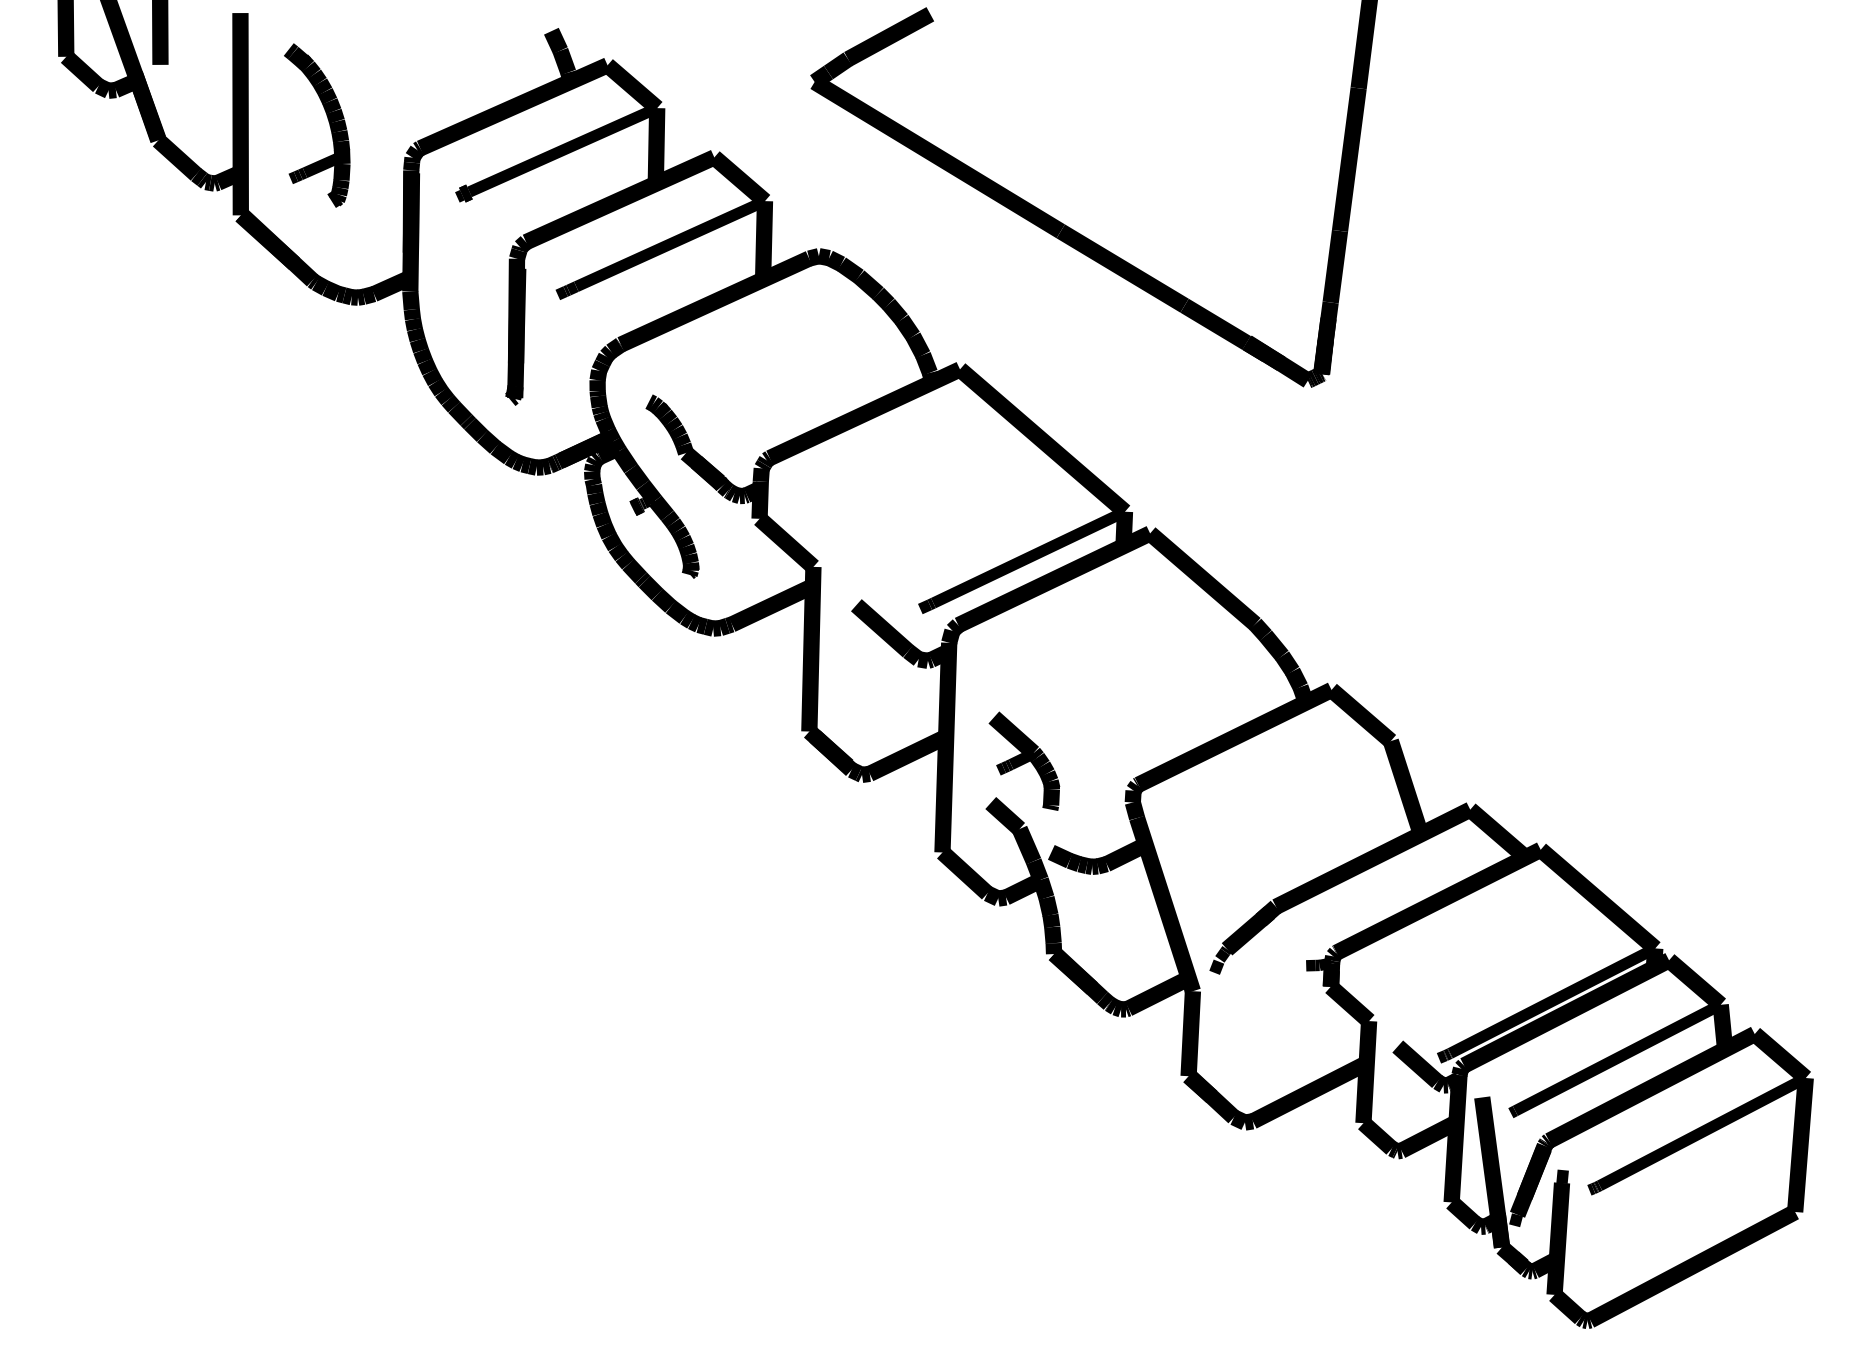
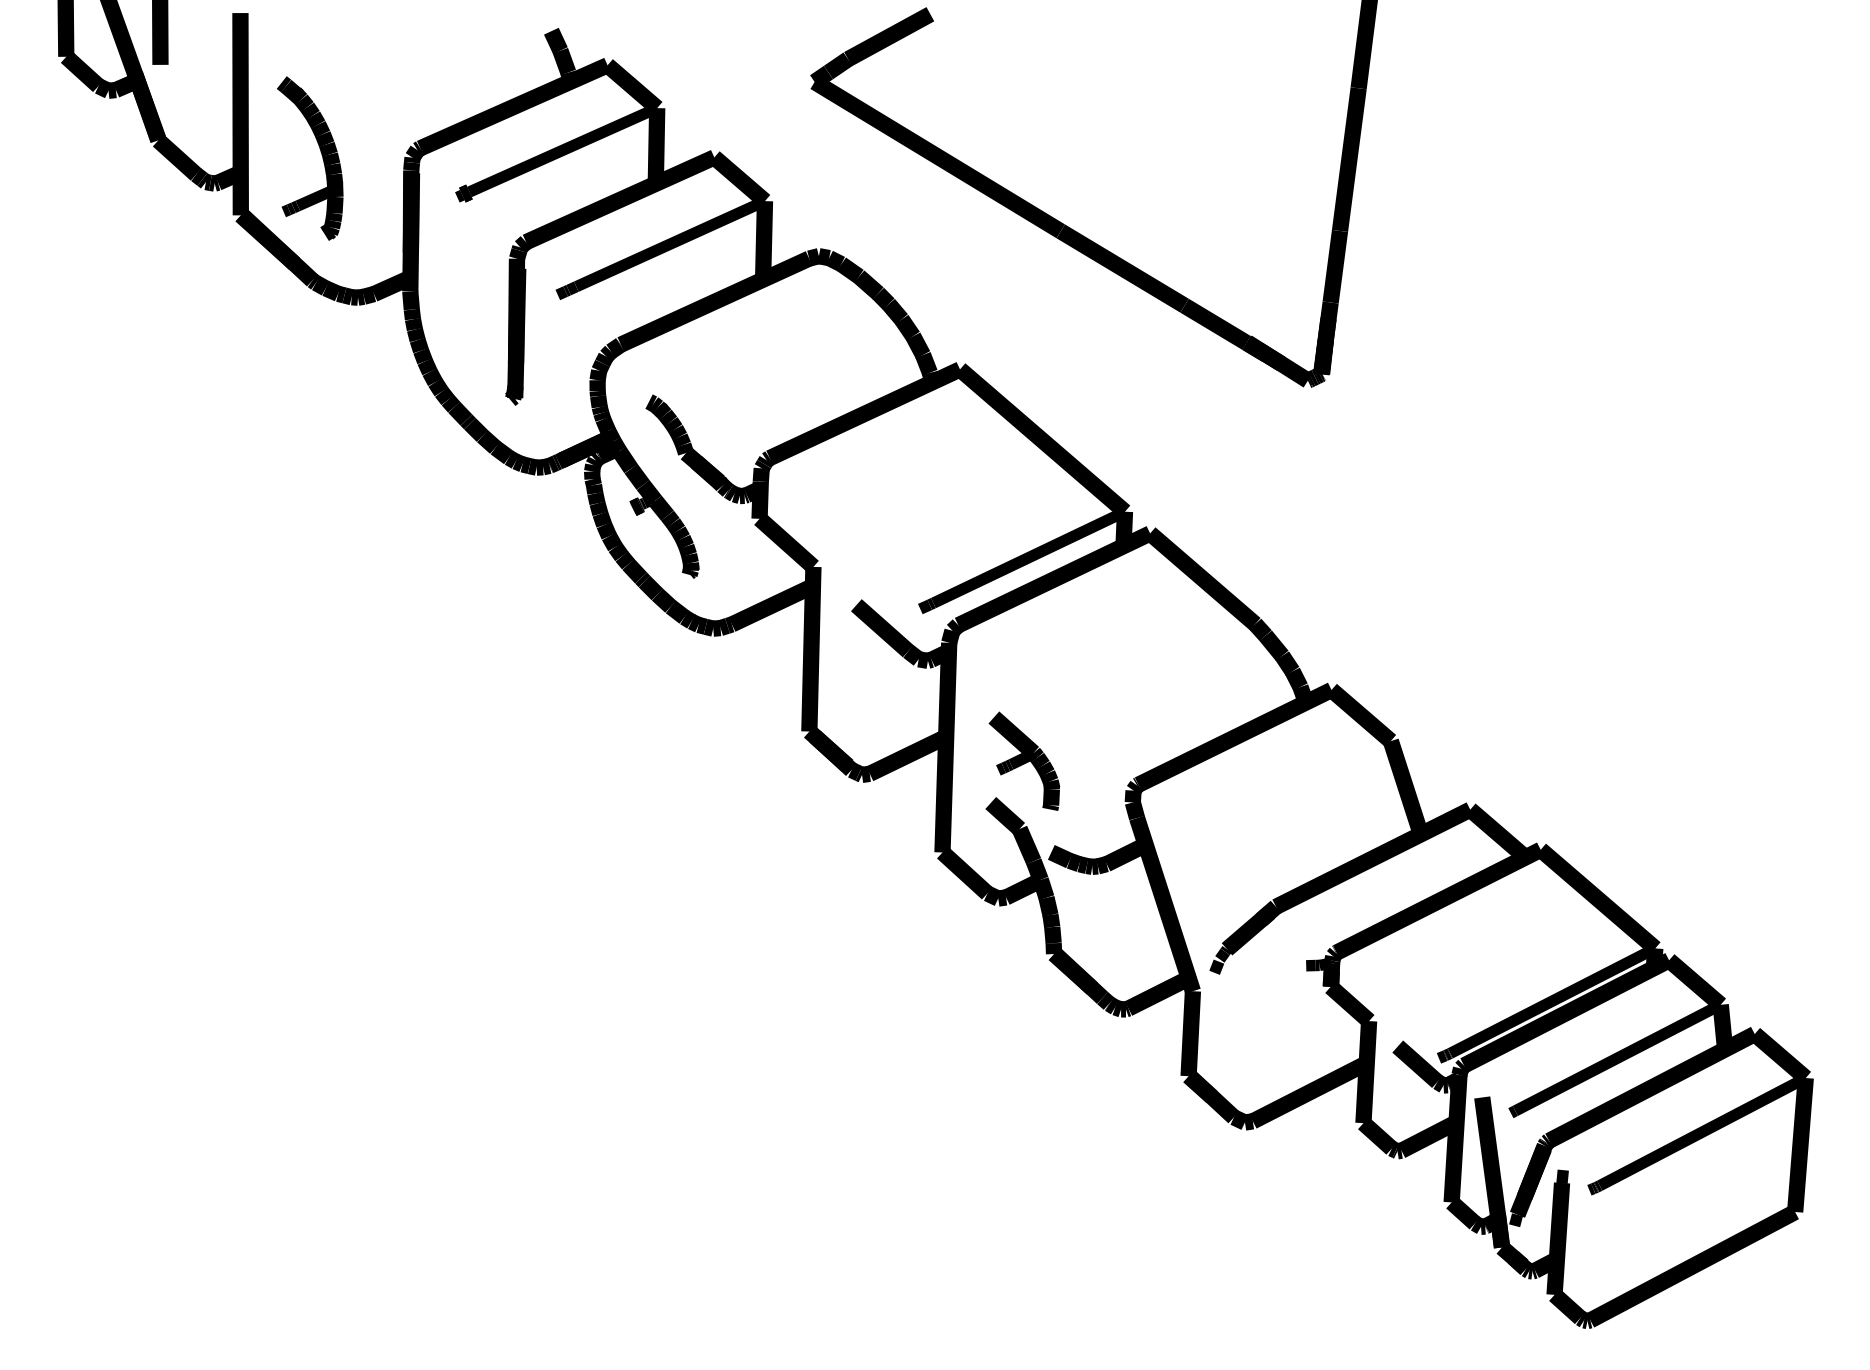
part at (328, 122) position: (328, 122) -> (321, 155)
